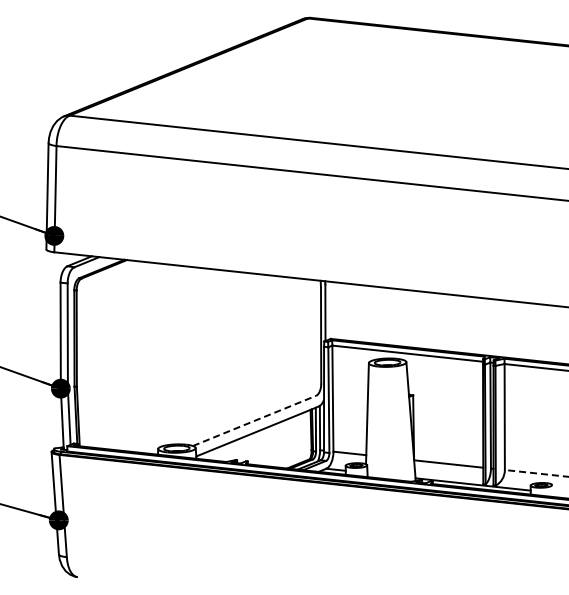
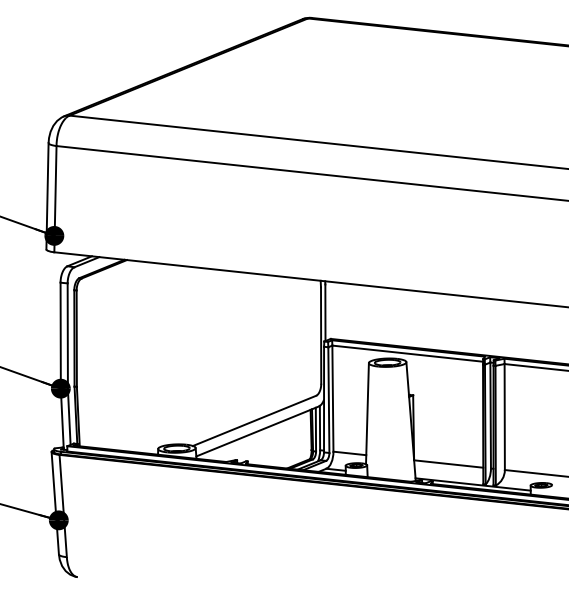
line at (254, 420): dashed -> solid
line at (536, 473): dashed -> solid
